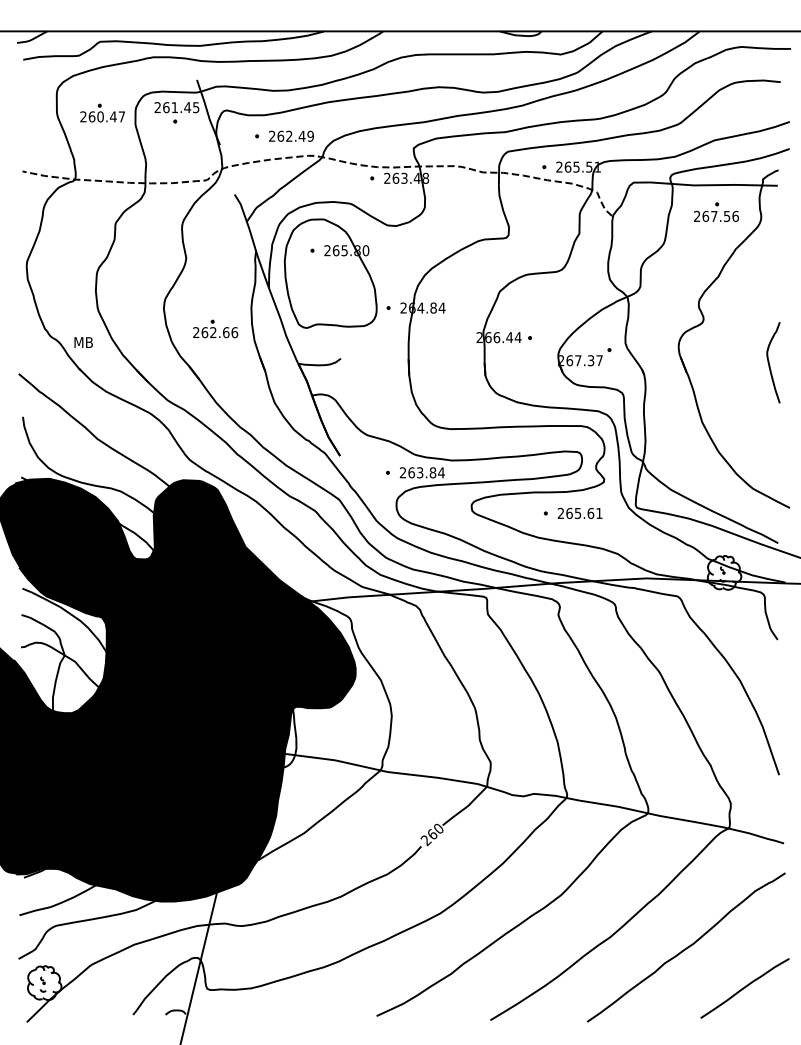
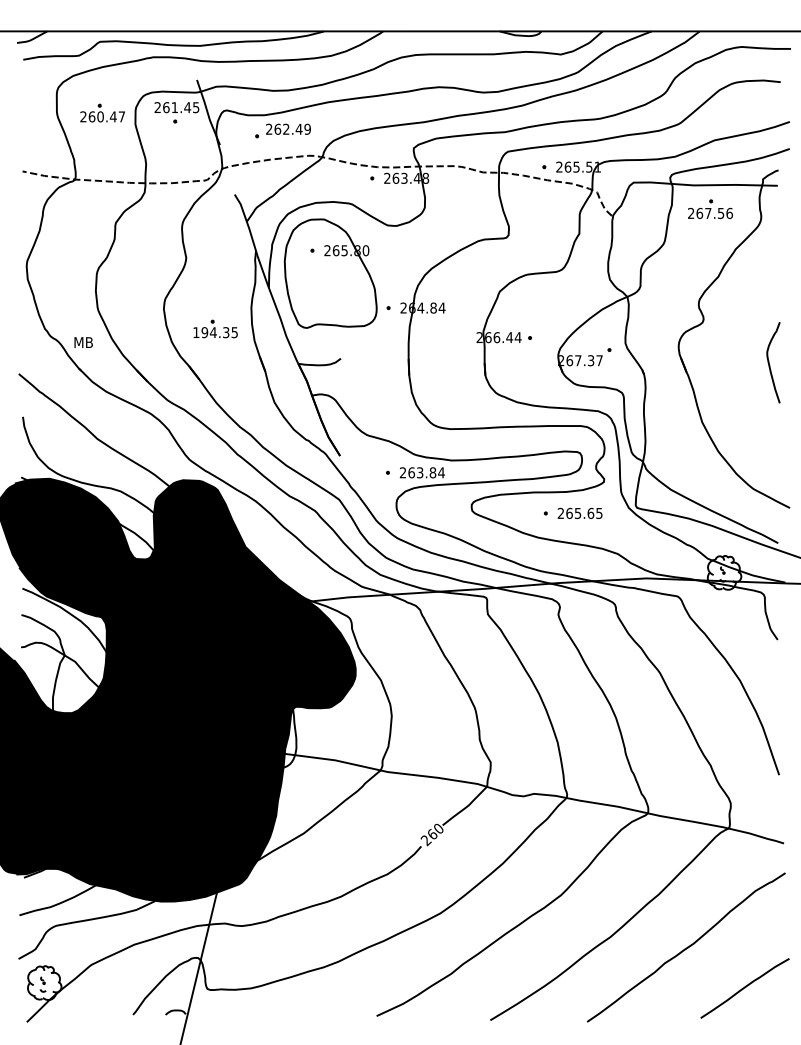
text at (291, 135) position: (291, 135) -> (288, 128)
part at (716, 211) position: (716, 211) -> (710, 208)
text at (215, 332): 262.66 -> 194.35
text at (599, 513): 265.61 -> 265.65
